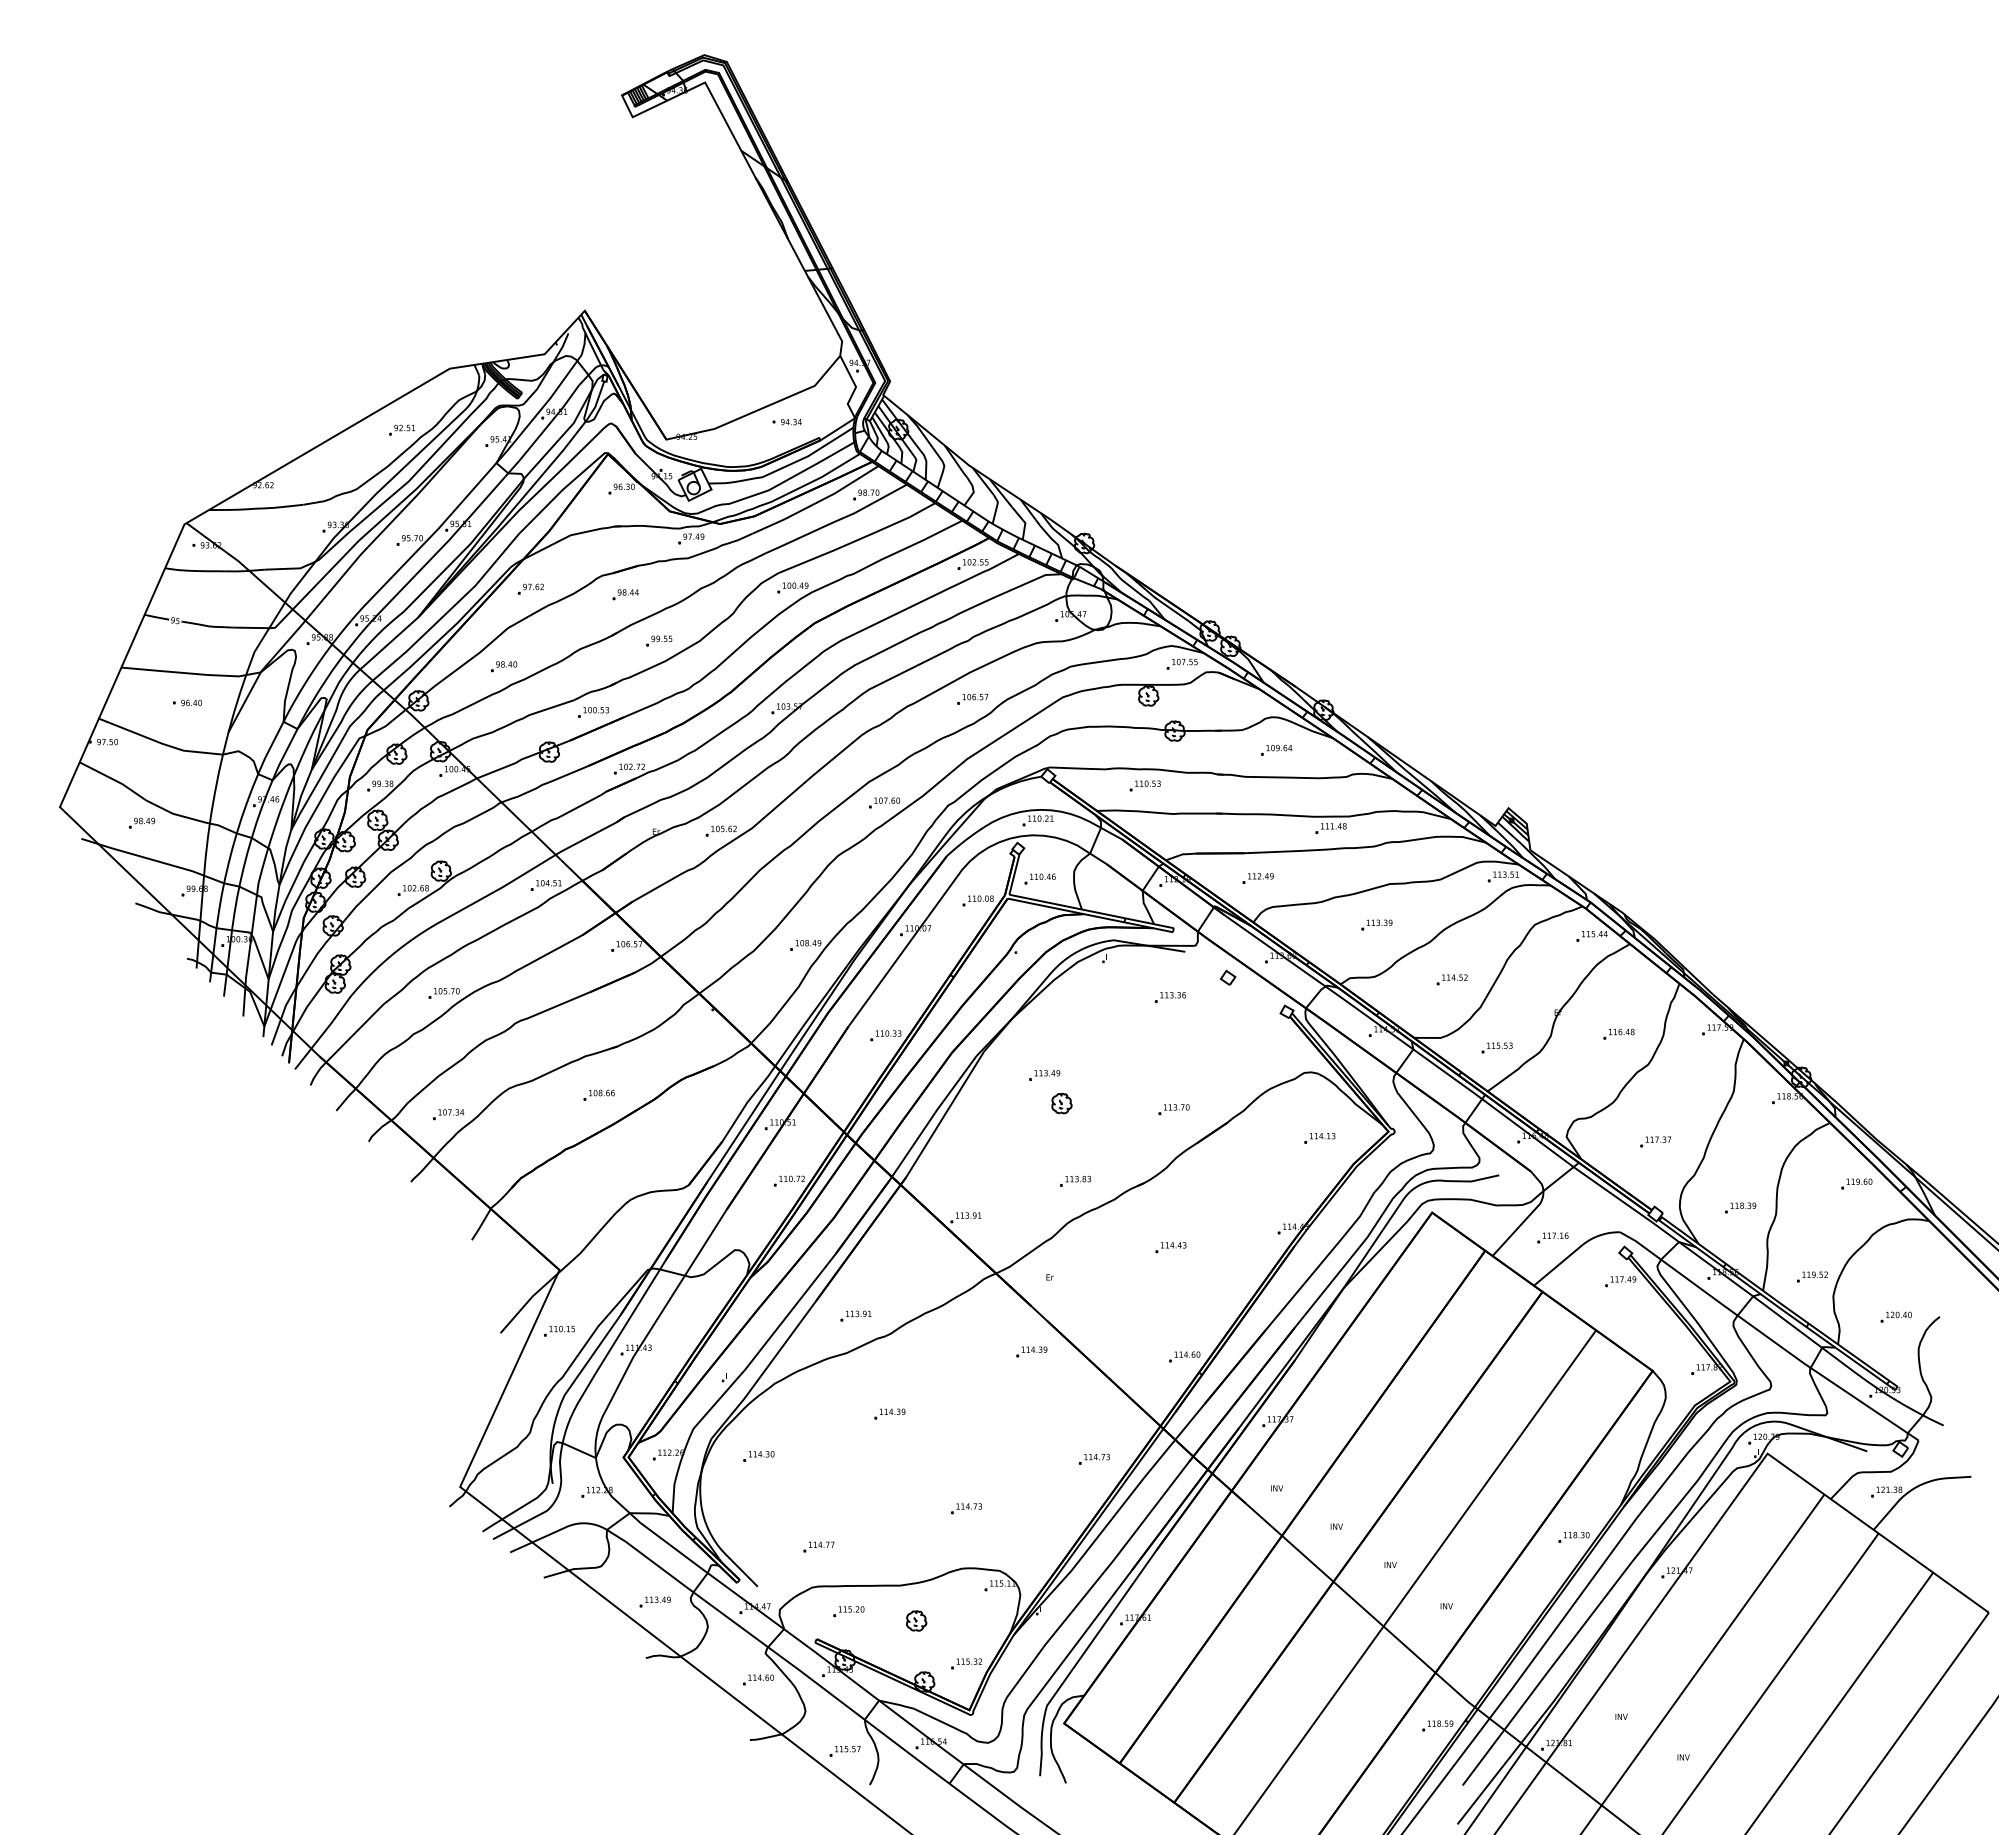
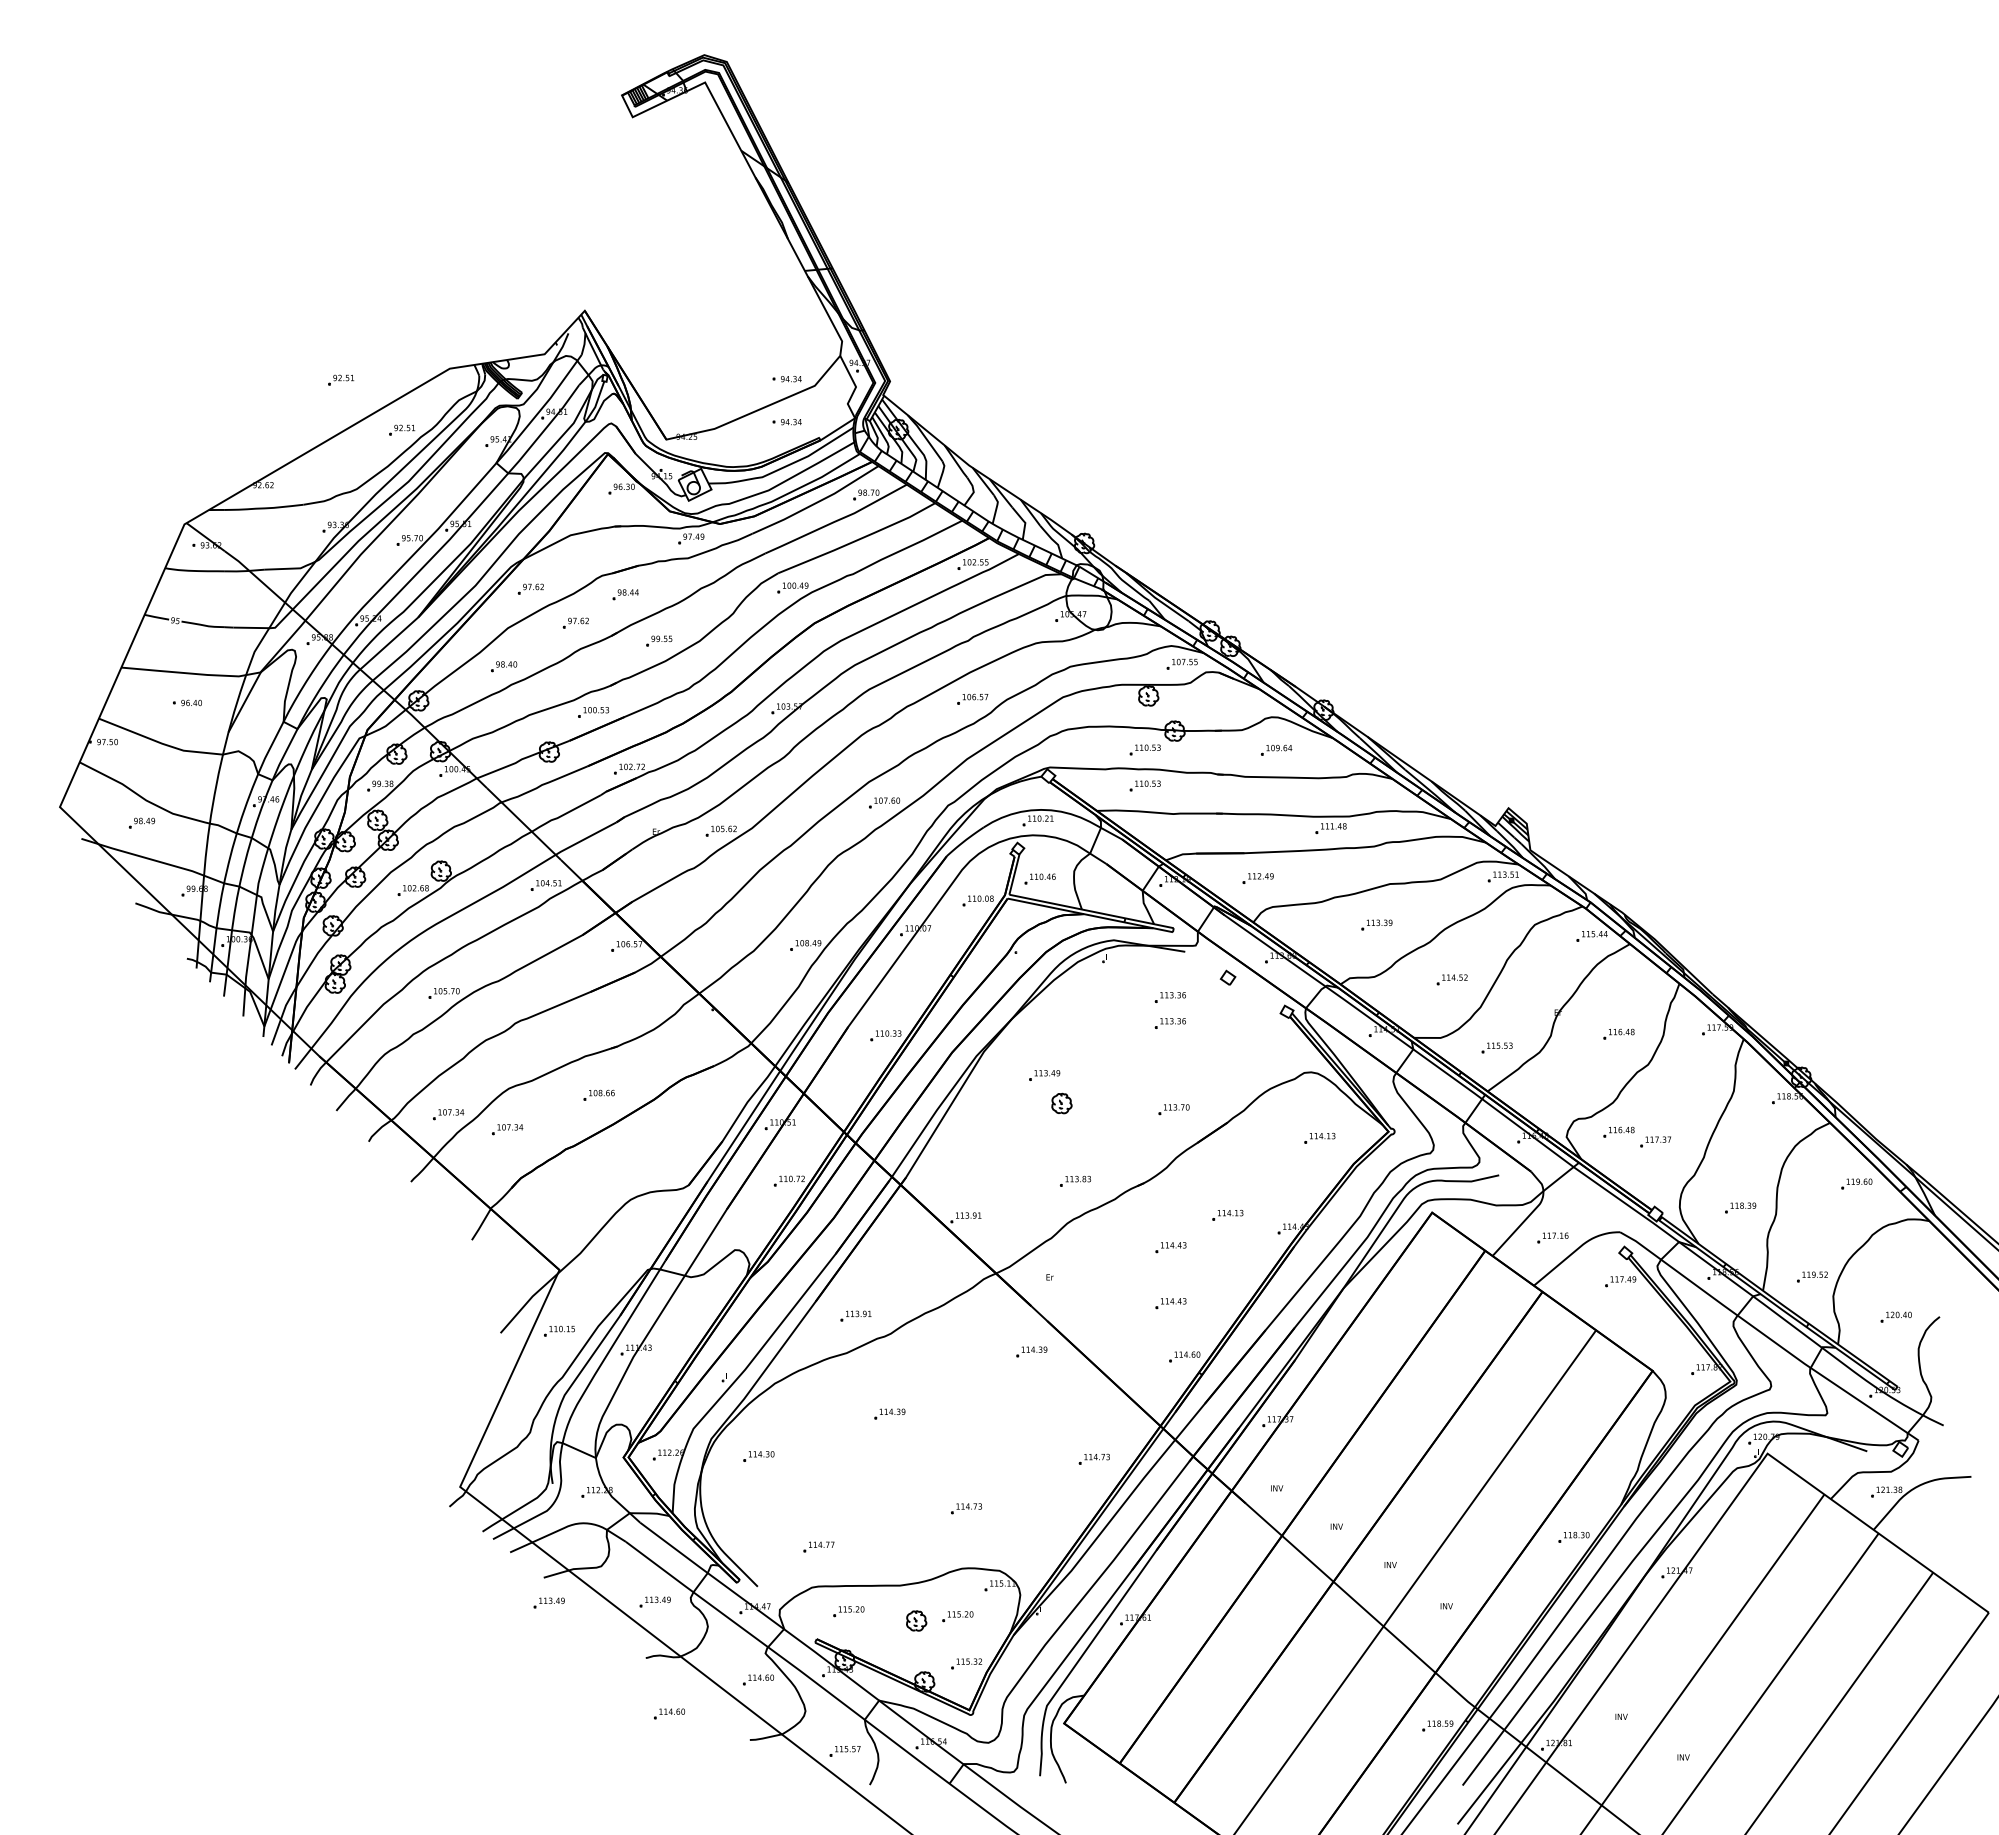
part at (341, 379): none -> present
part at (786, 379): none -> present
part at (575, 622): none -> present
part at (1144, 749): none -> present
part at (1169, 1023): none -> present
part at (507, 1129): none -> present
part at (1618, 1131): none -> present
part at (1227, 1214): none -> present
part at (1170, 1303): none -> present
part at (548, 1602): none -> present
part at (957, 1616): none -> present
part at (669, 1713): none -> present
